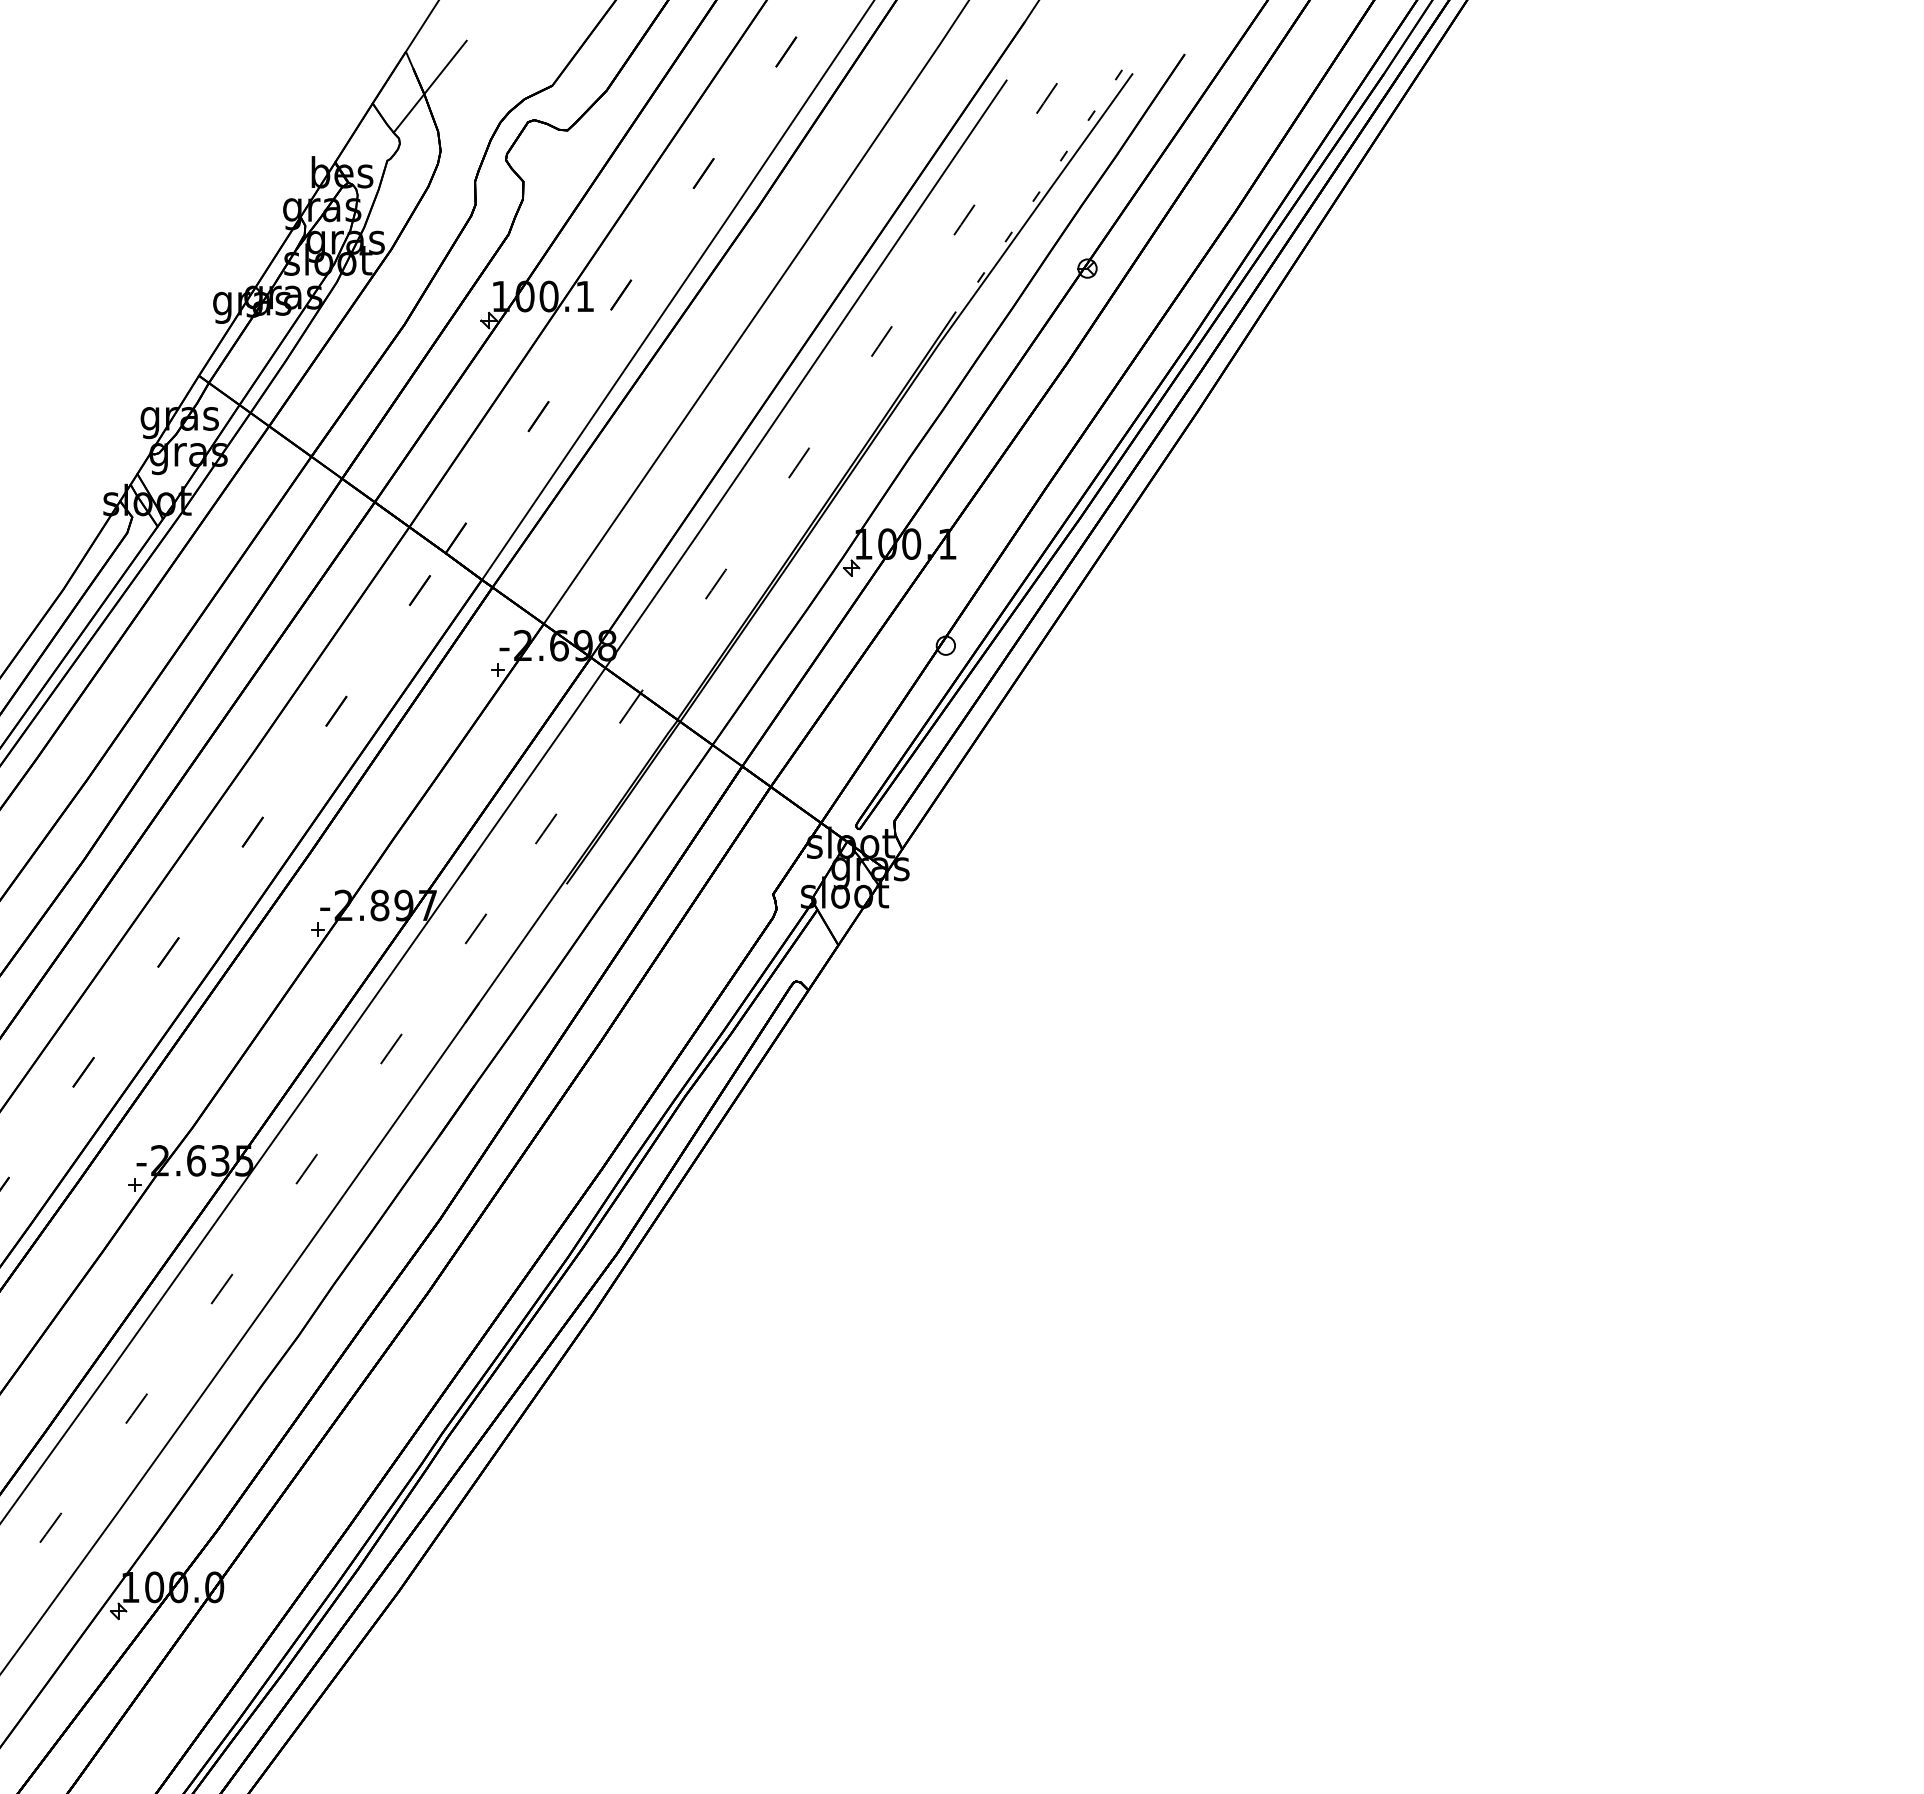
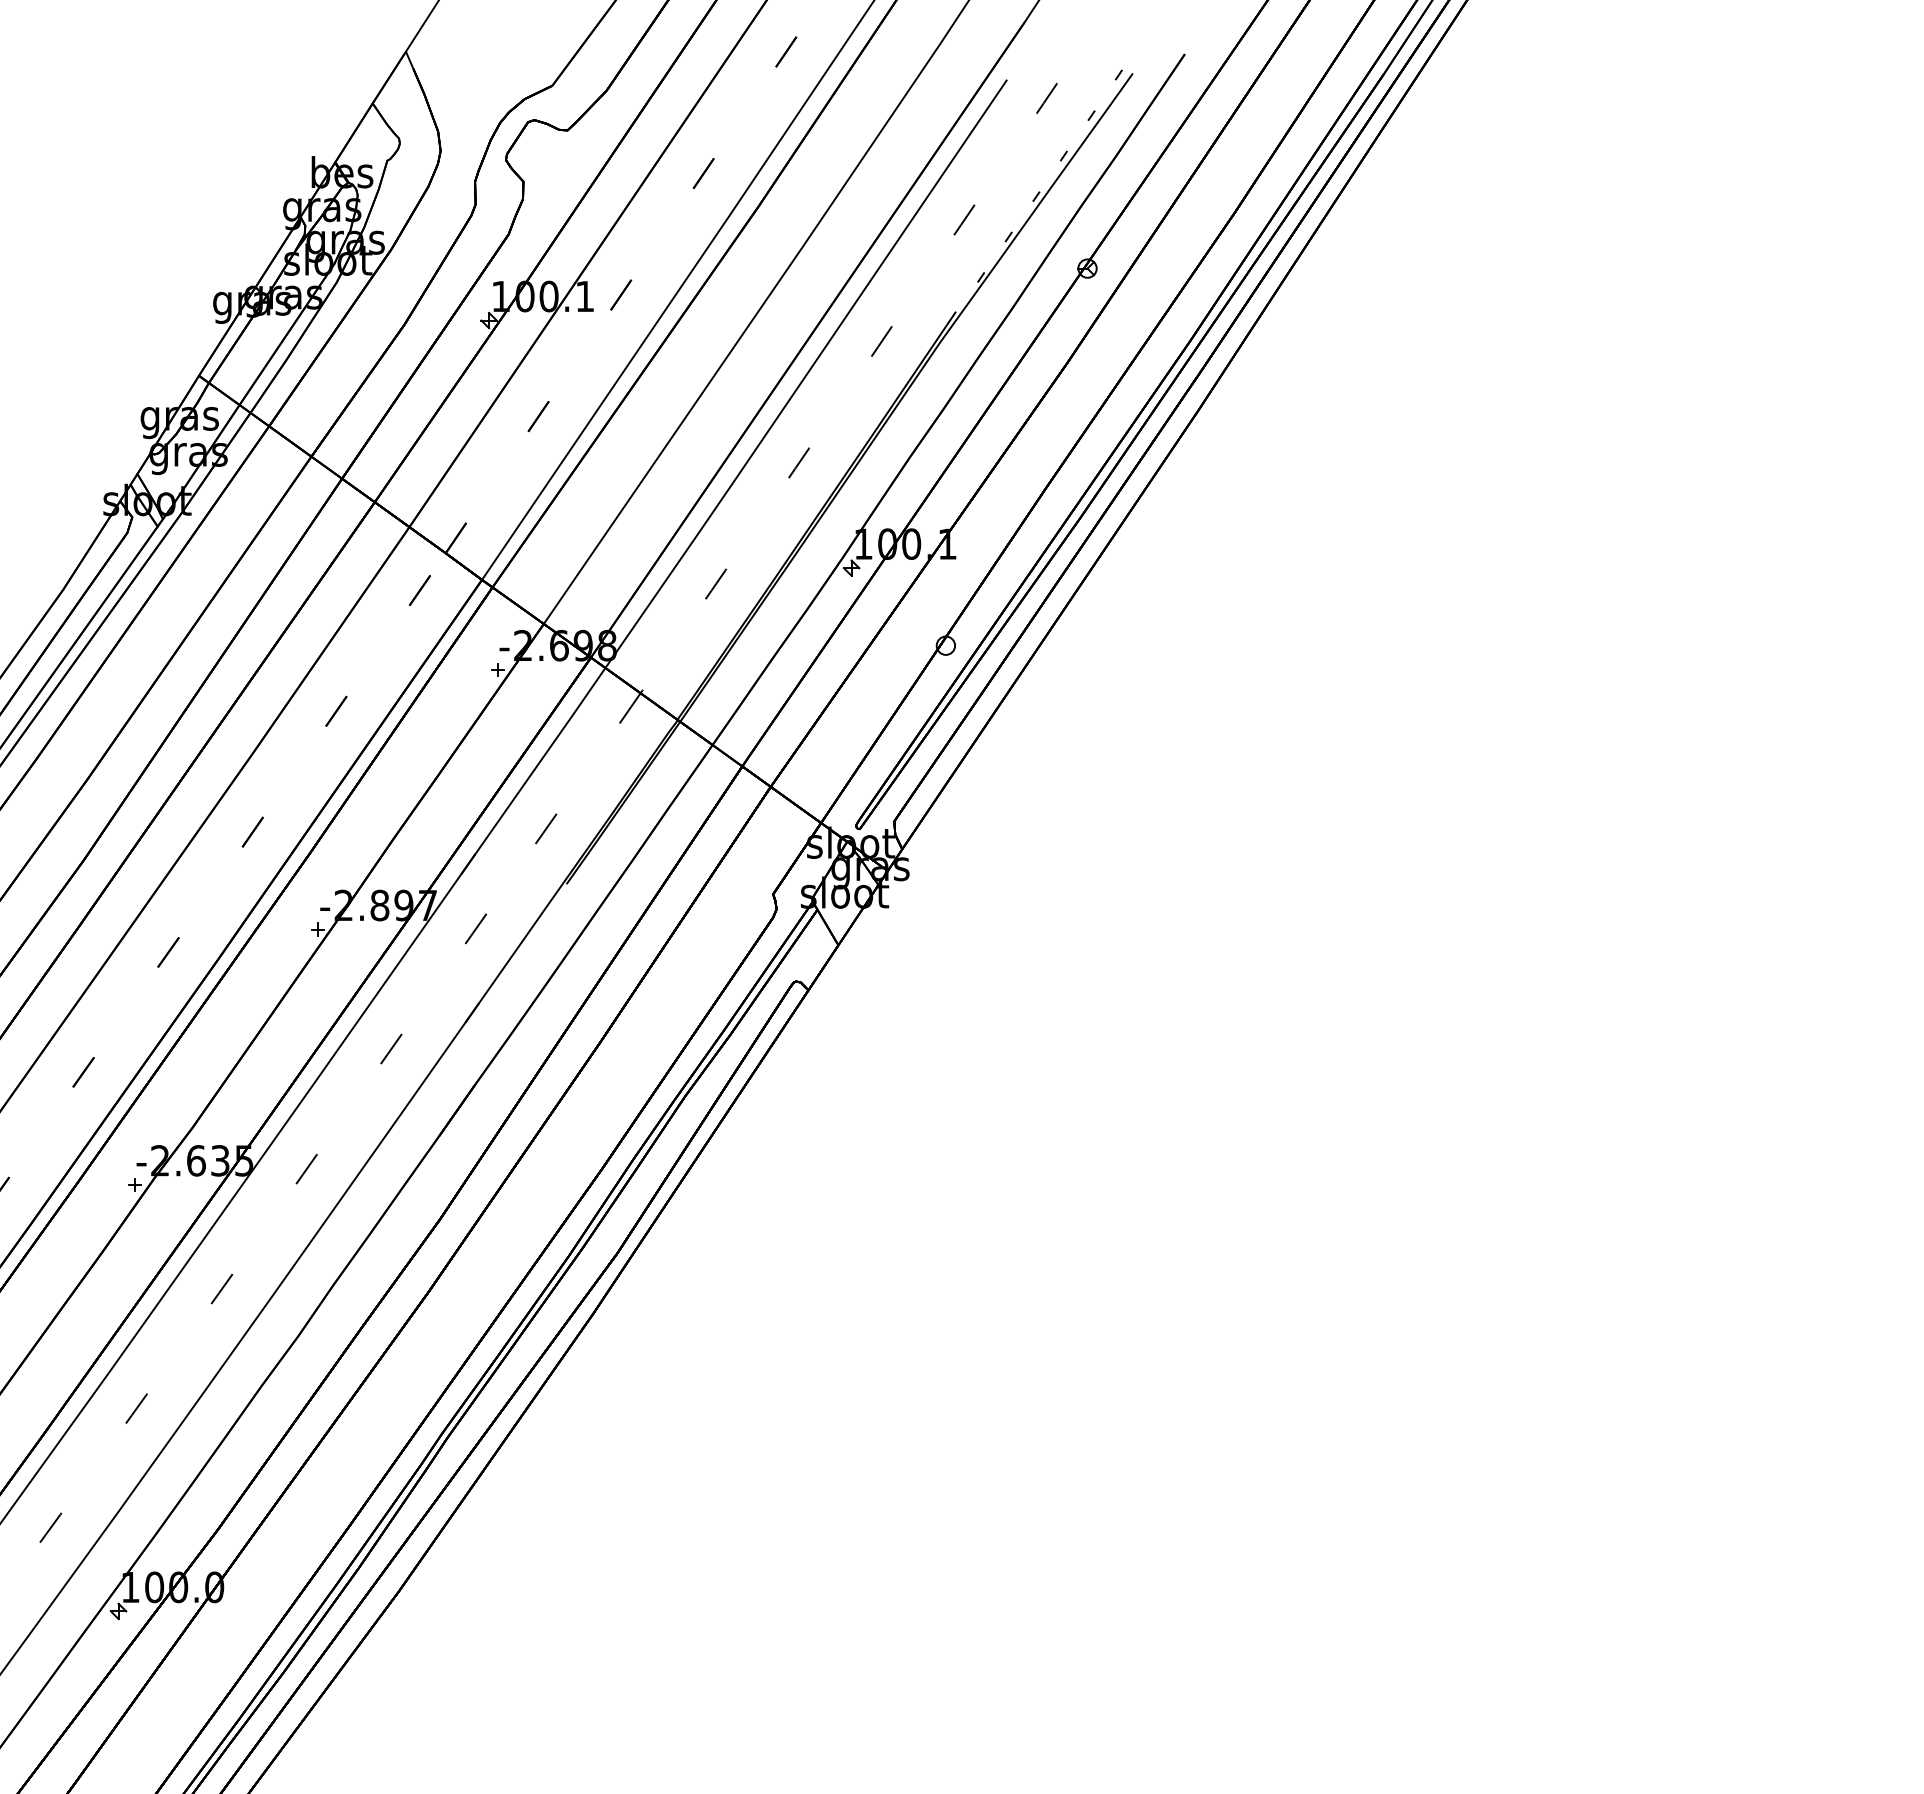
line at (429, 86): present -> none
